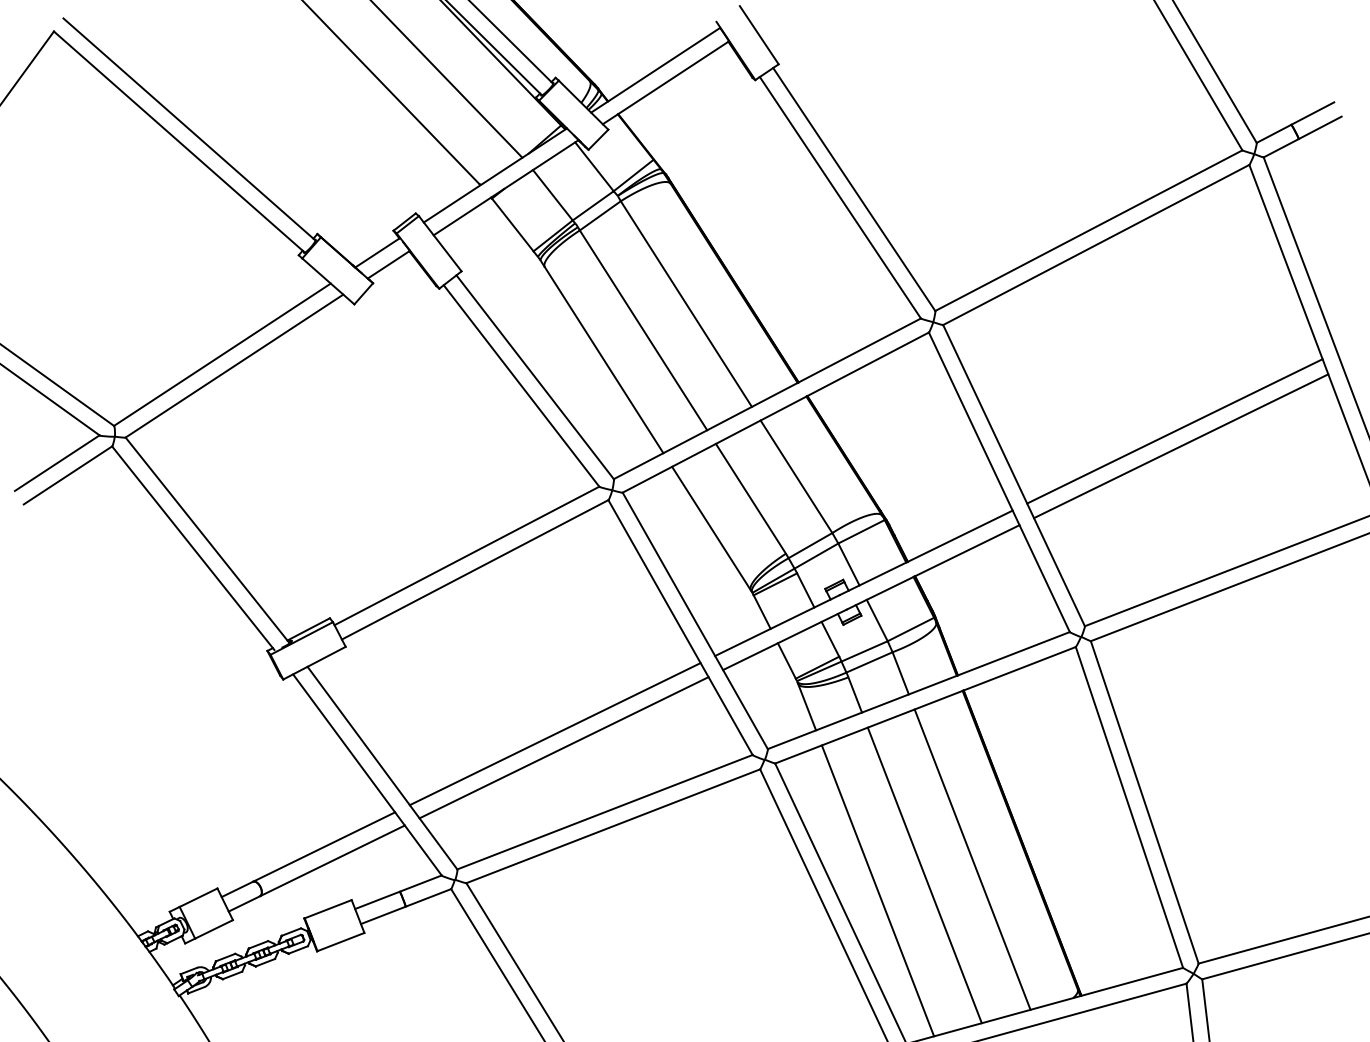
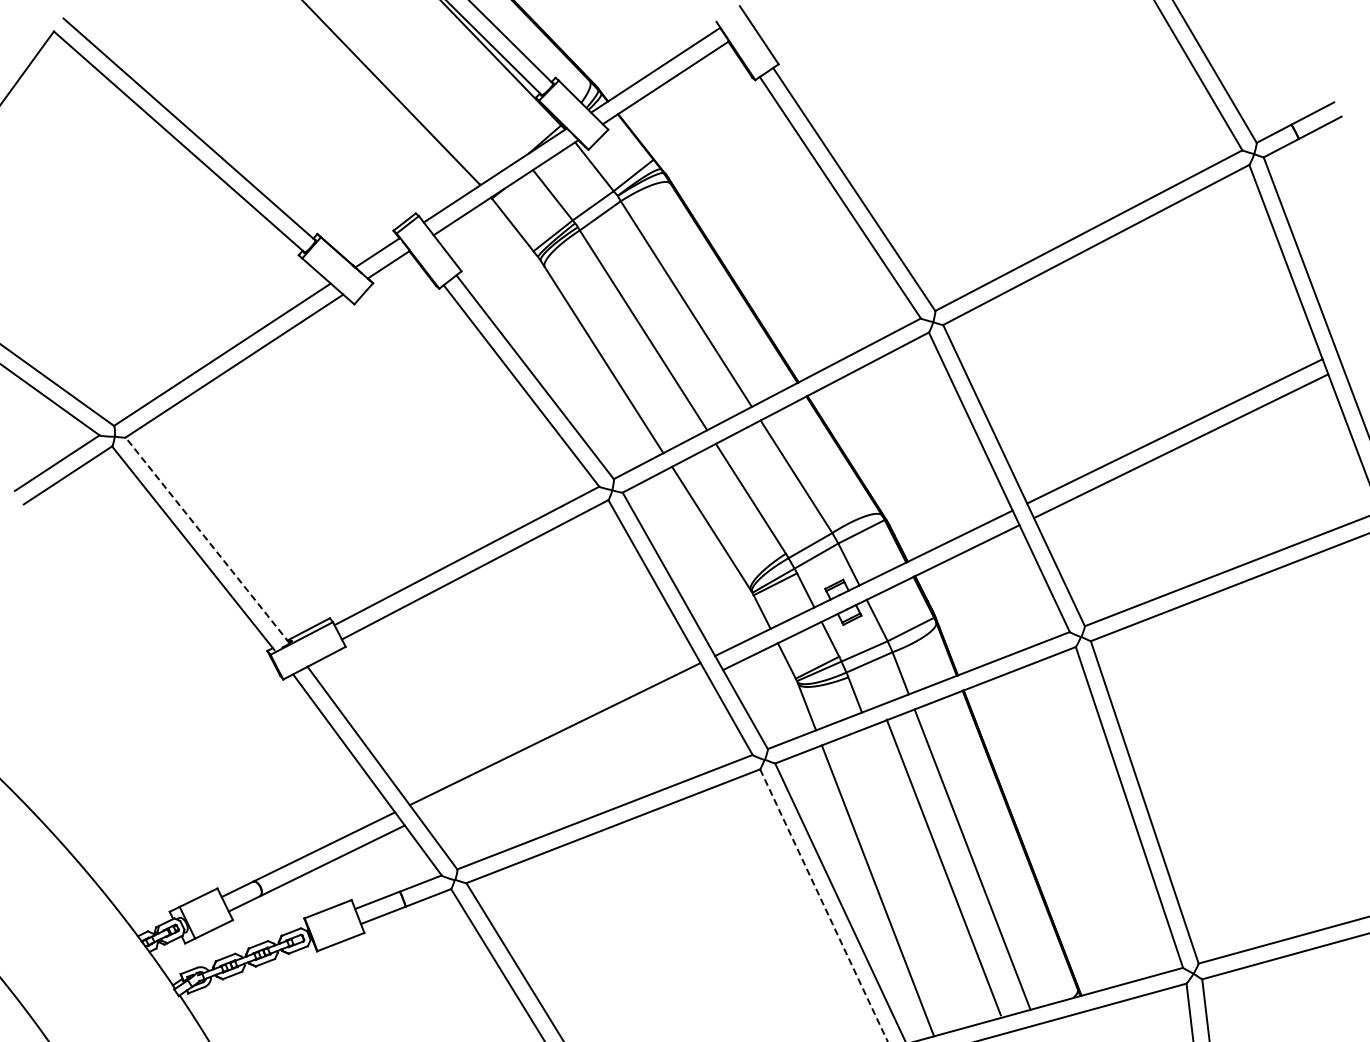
line at (447, 79): present -> none
line at (207, 540): solid -> dashed
line at (563, 747): present -> none
line at (924, 875) position: (924, 875) -> (943, 867)
line at (824, 905): solid -> dashed
